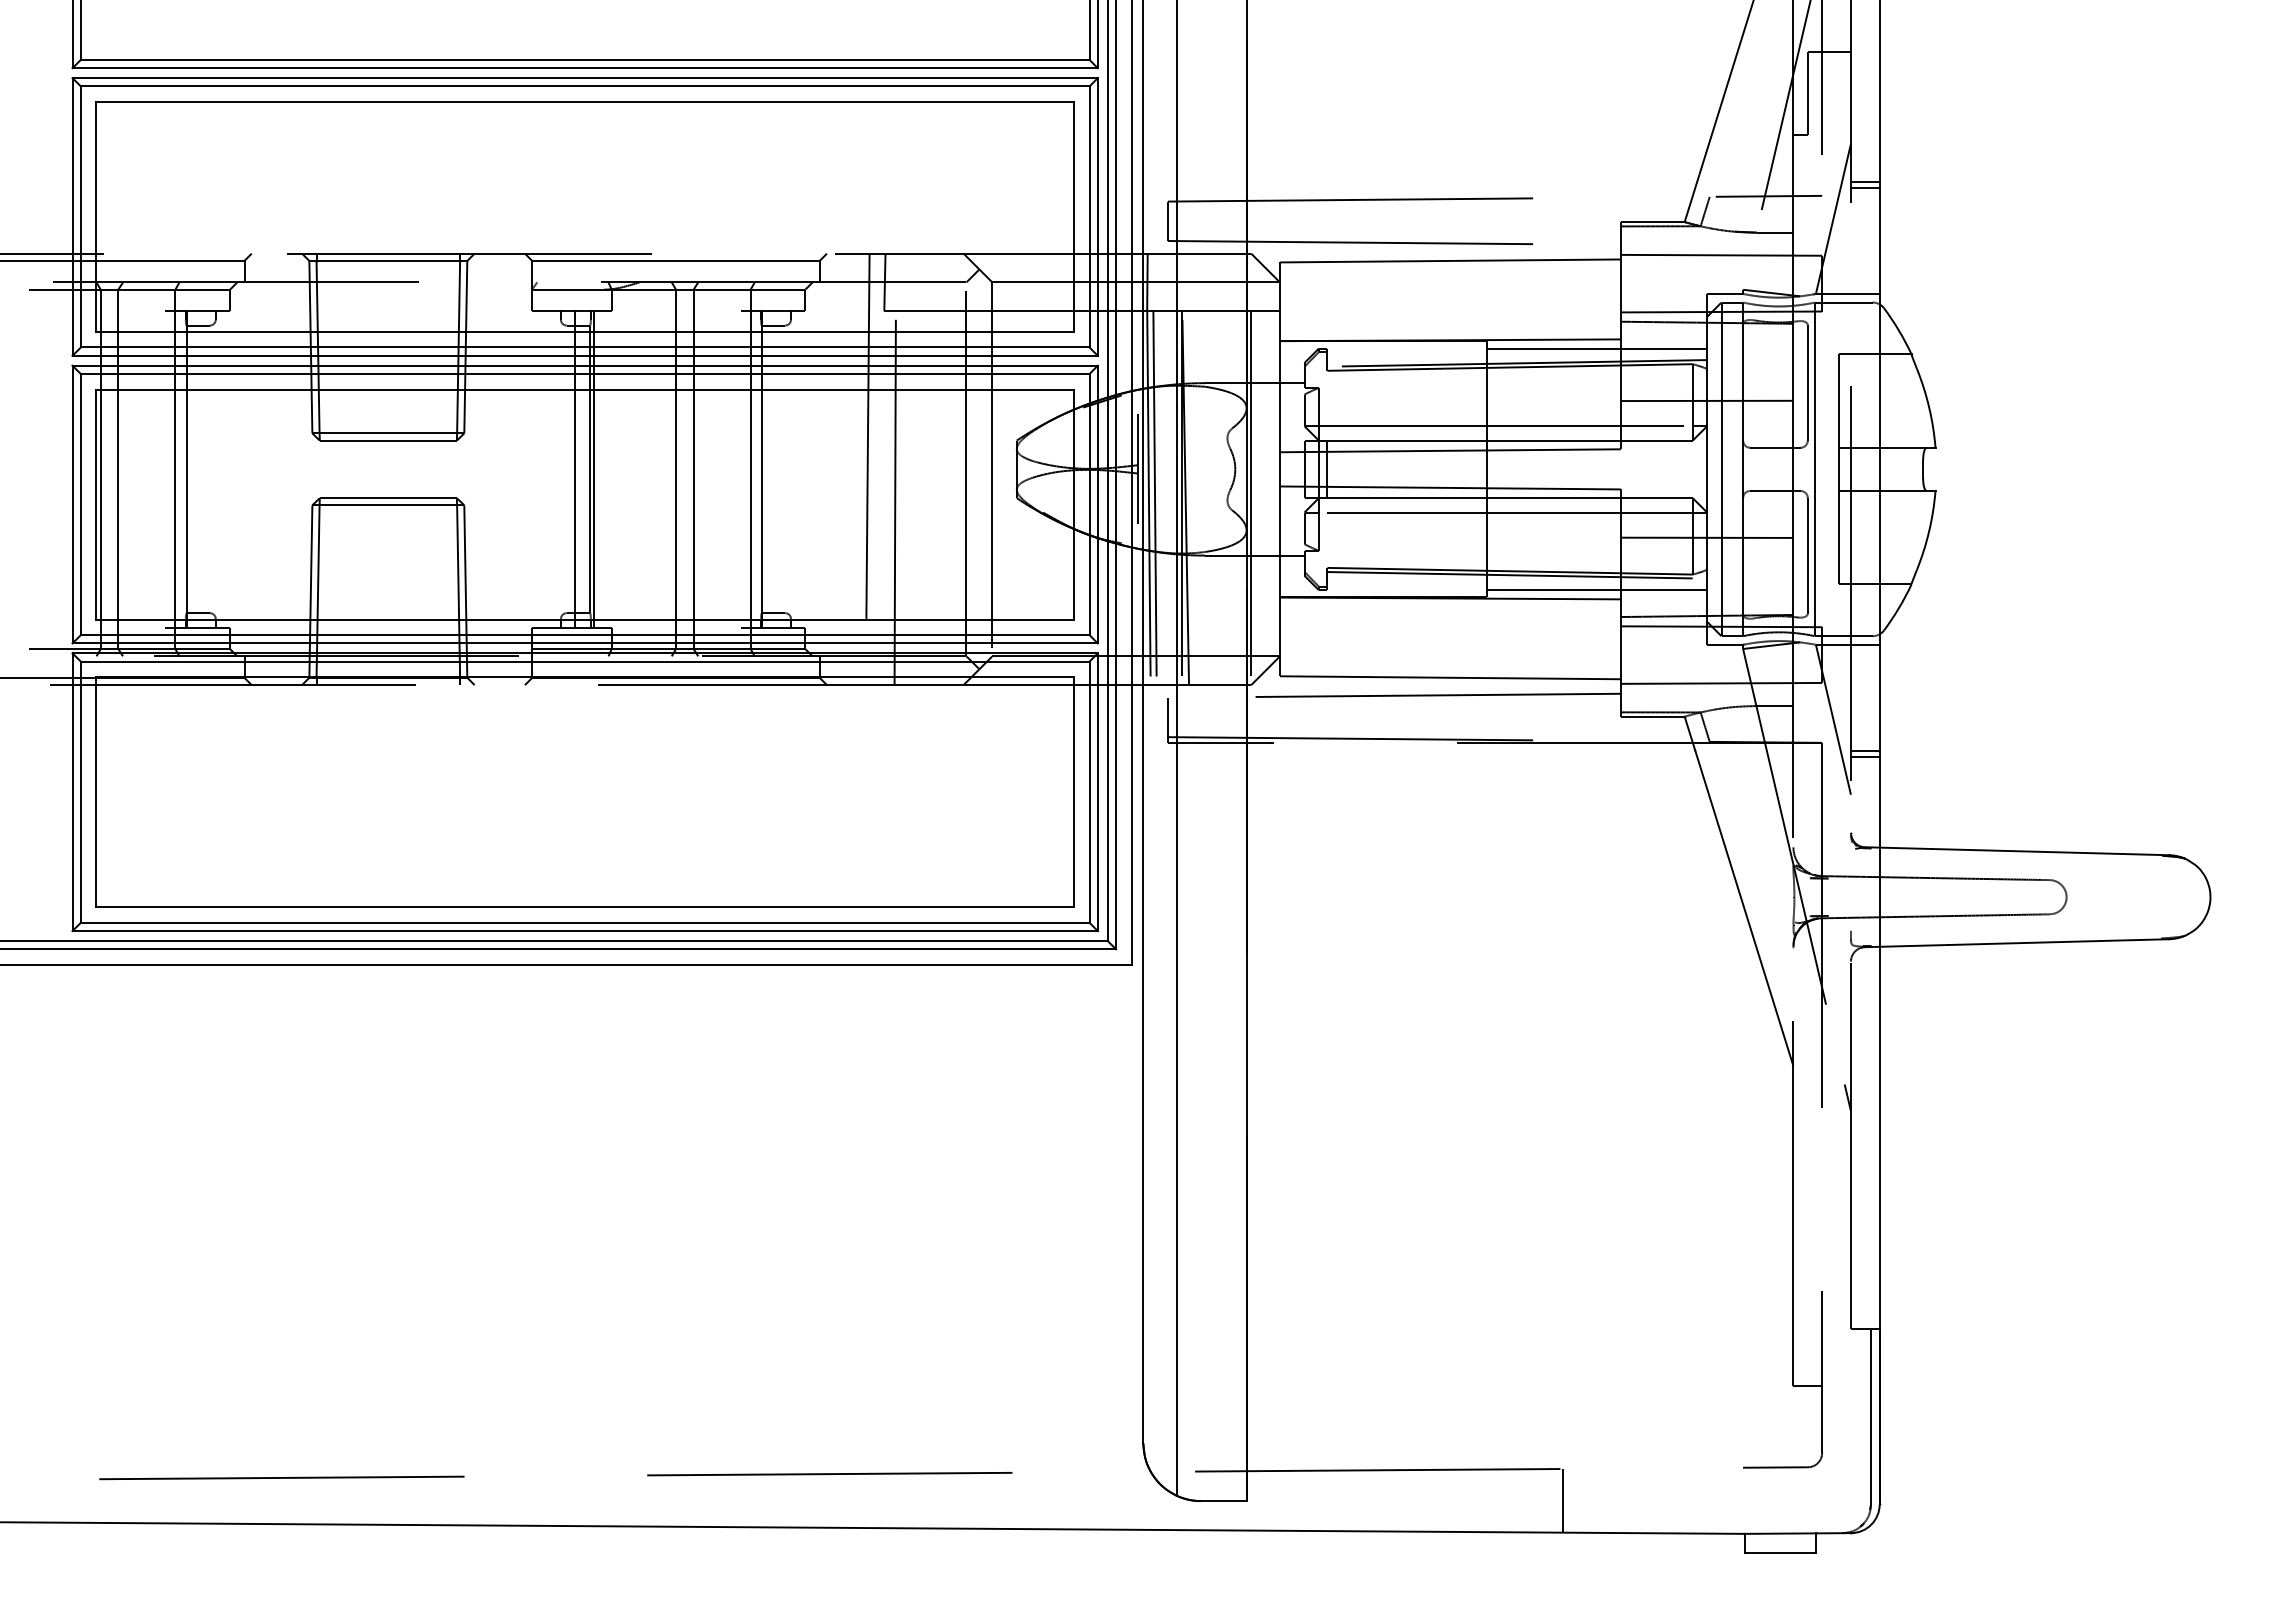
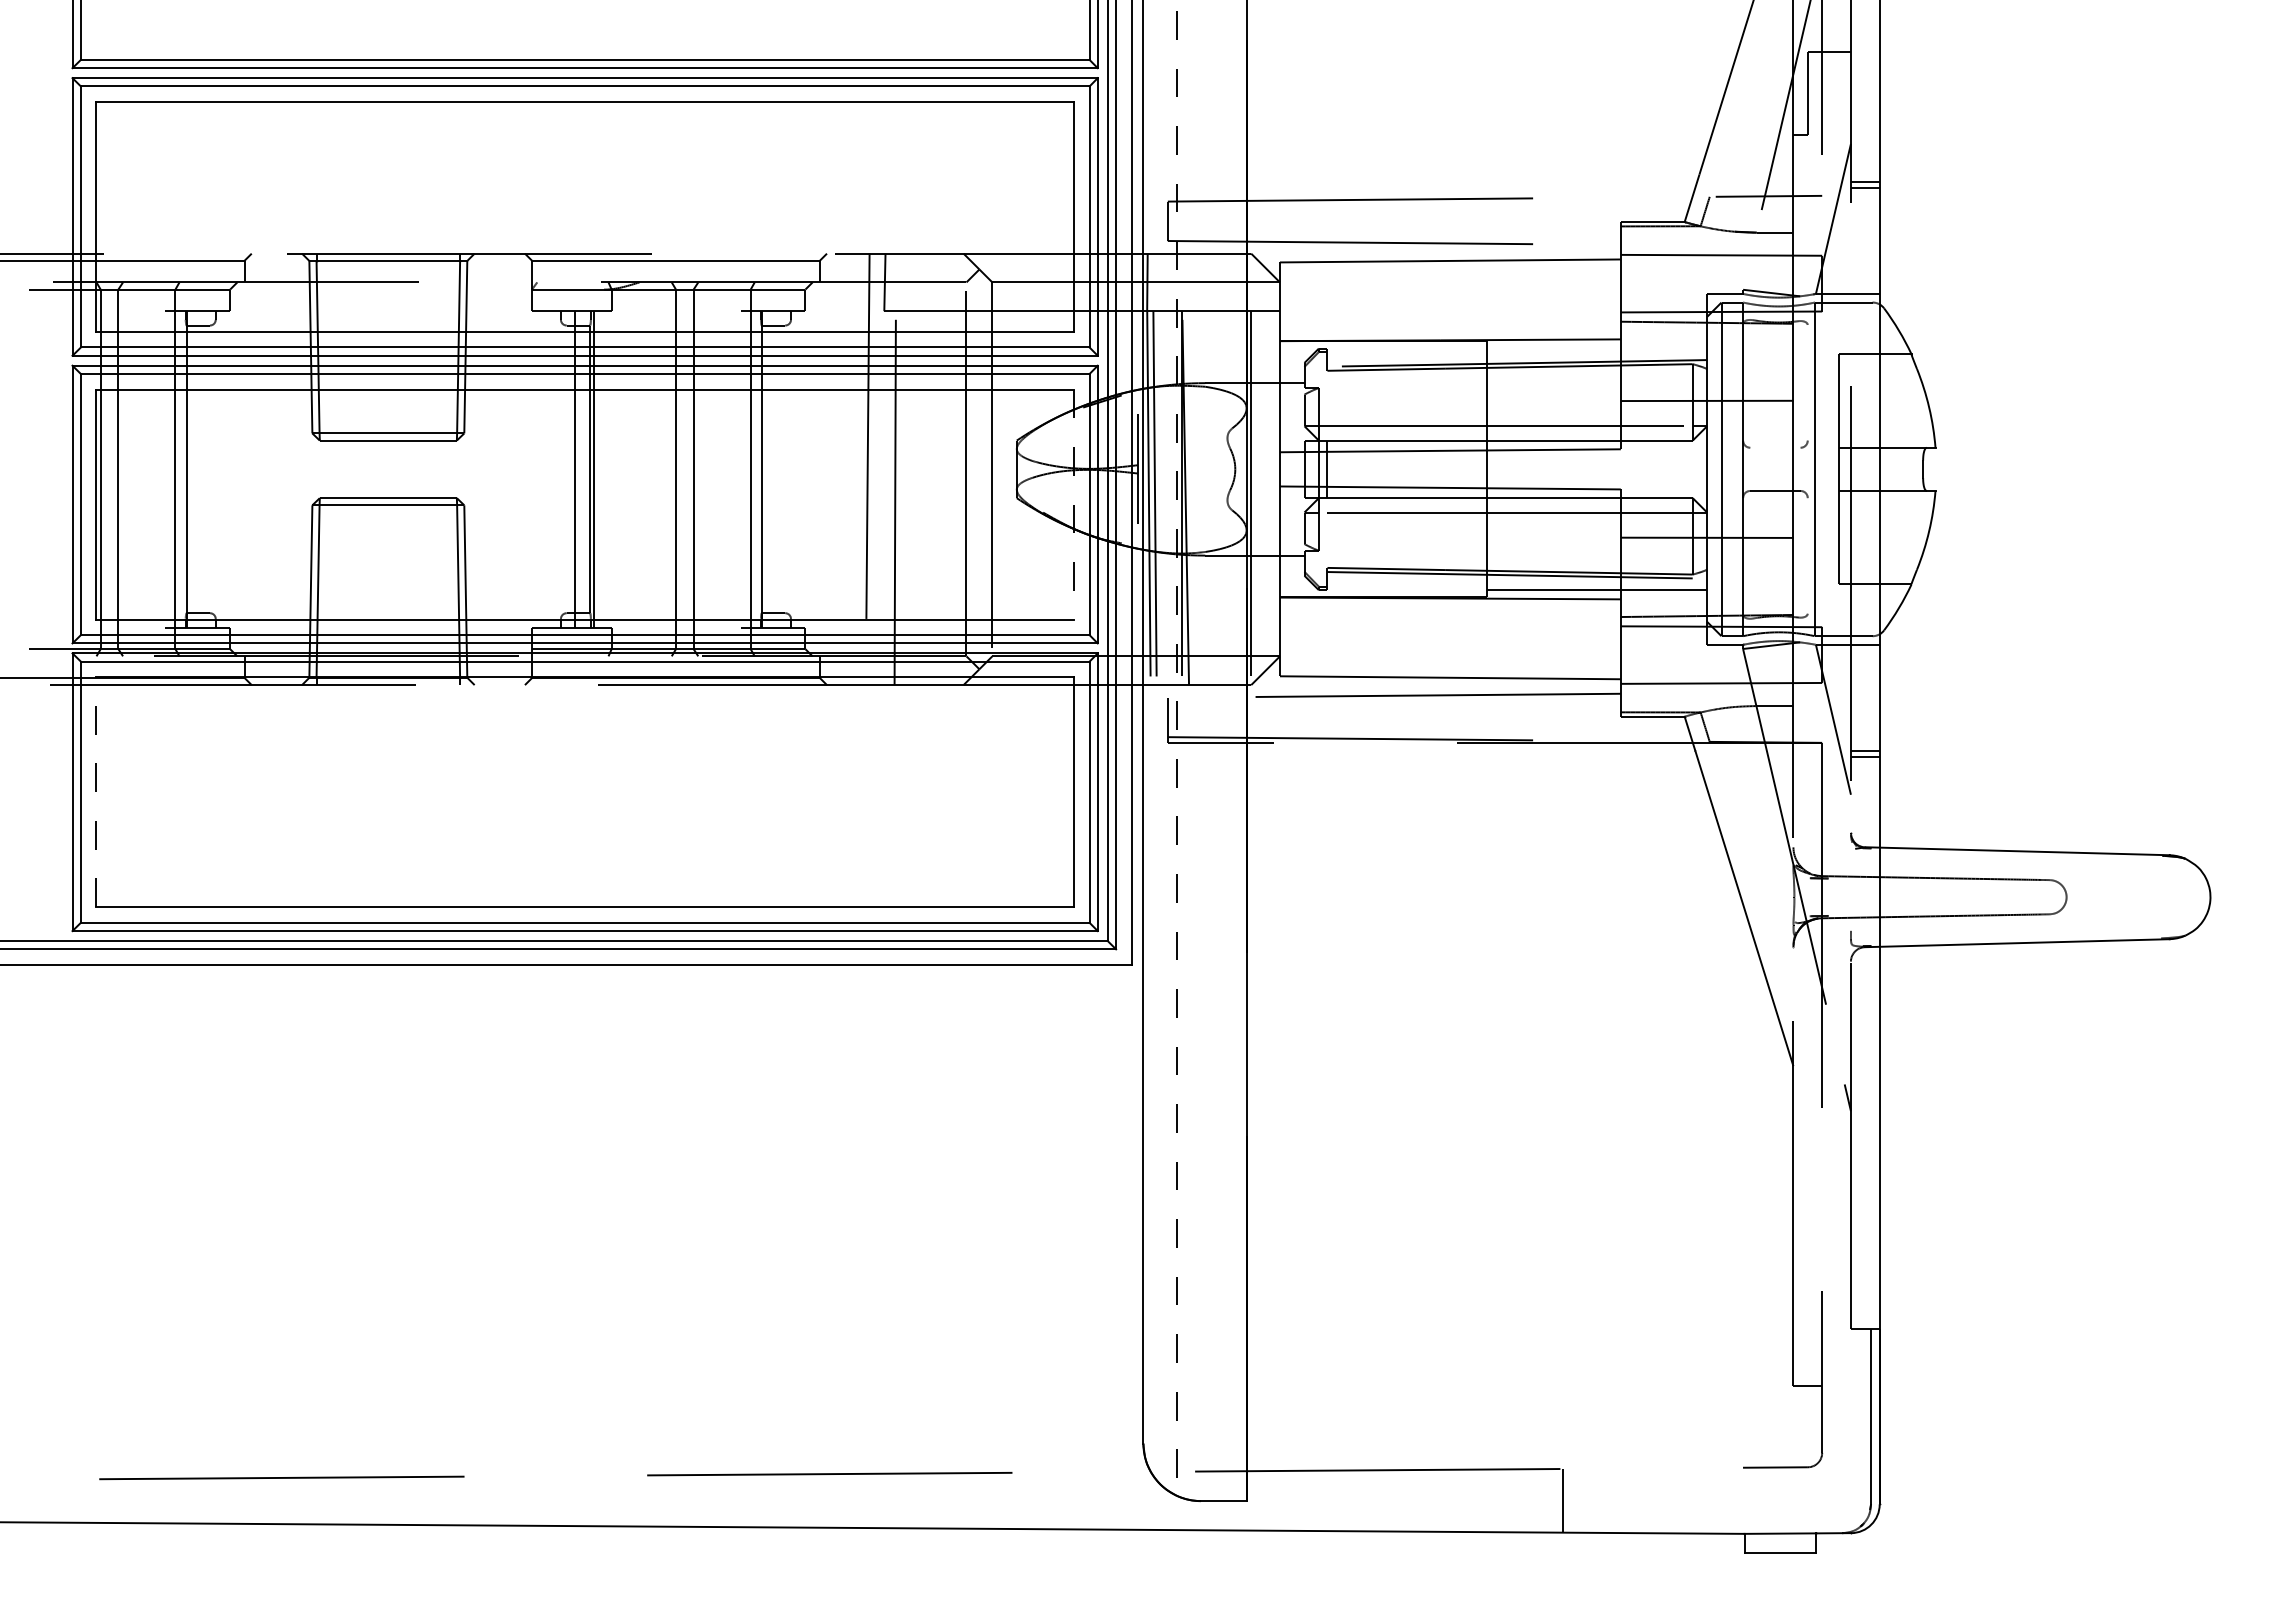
line at (1597, 348): present -> none
line at (1807, 382): present -> none
line at (1775, 447): present -> none
line at (1074, 505): solid -> dashed
line at (1807, 555): present -> none
line at (1176, 748): solid -> dashed
line at (96, 791): solid -> dashed
